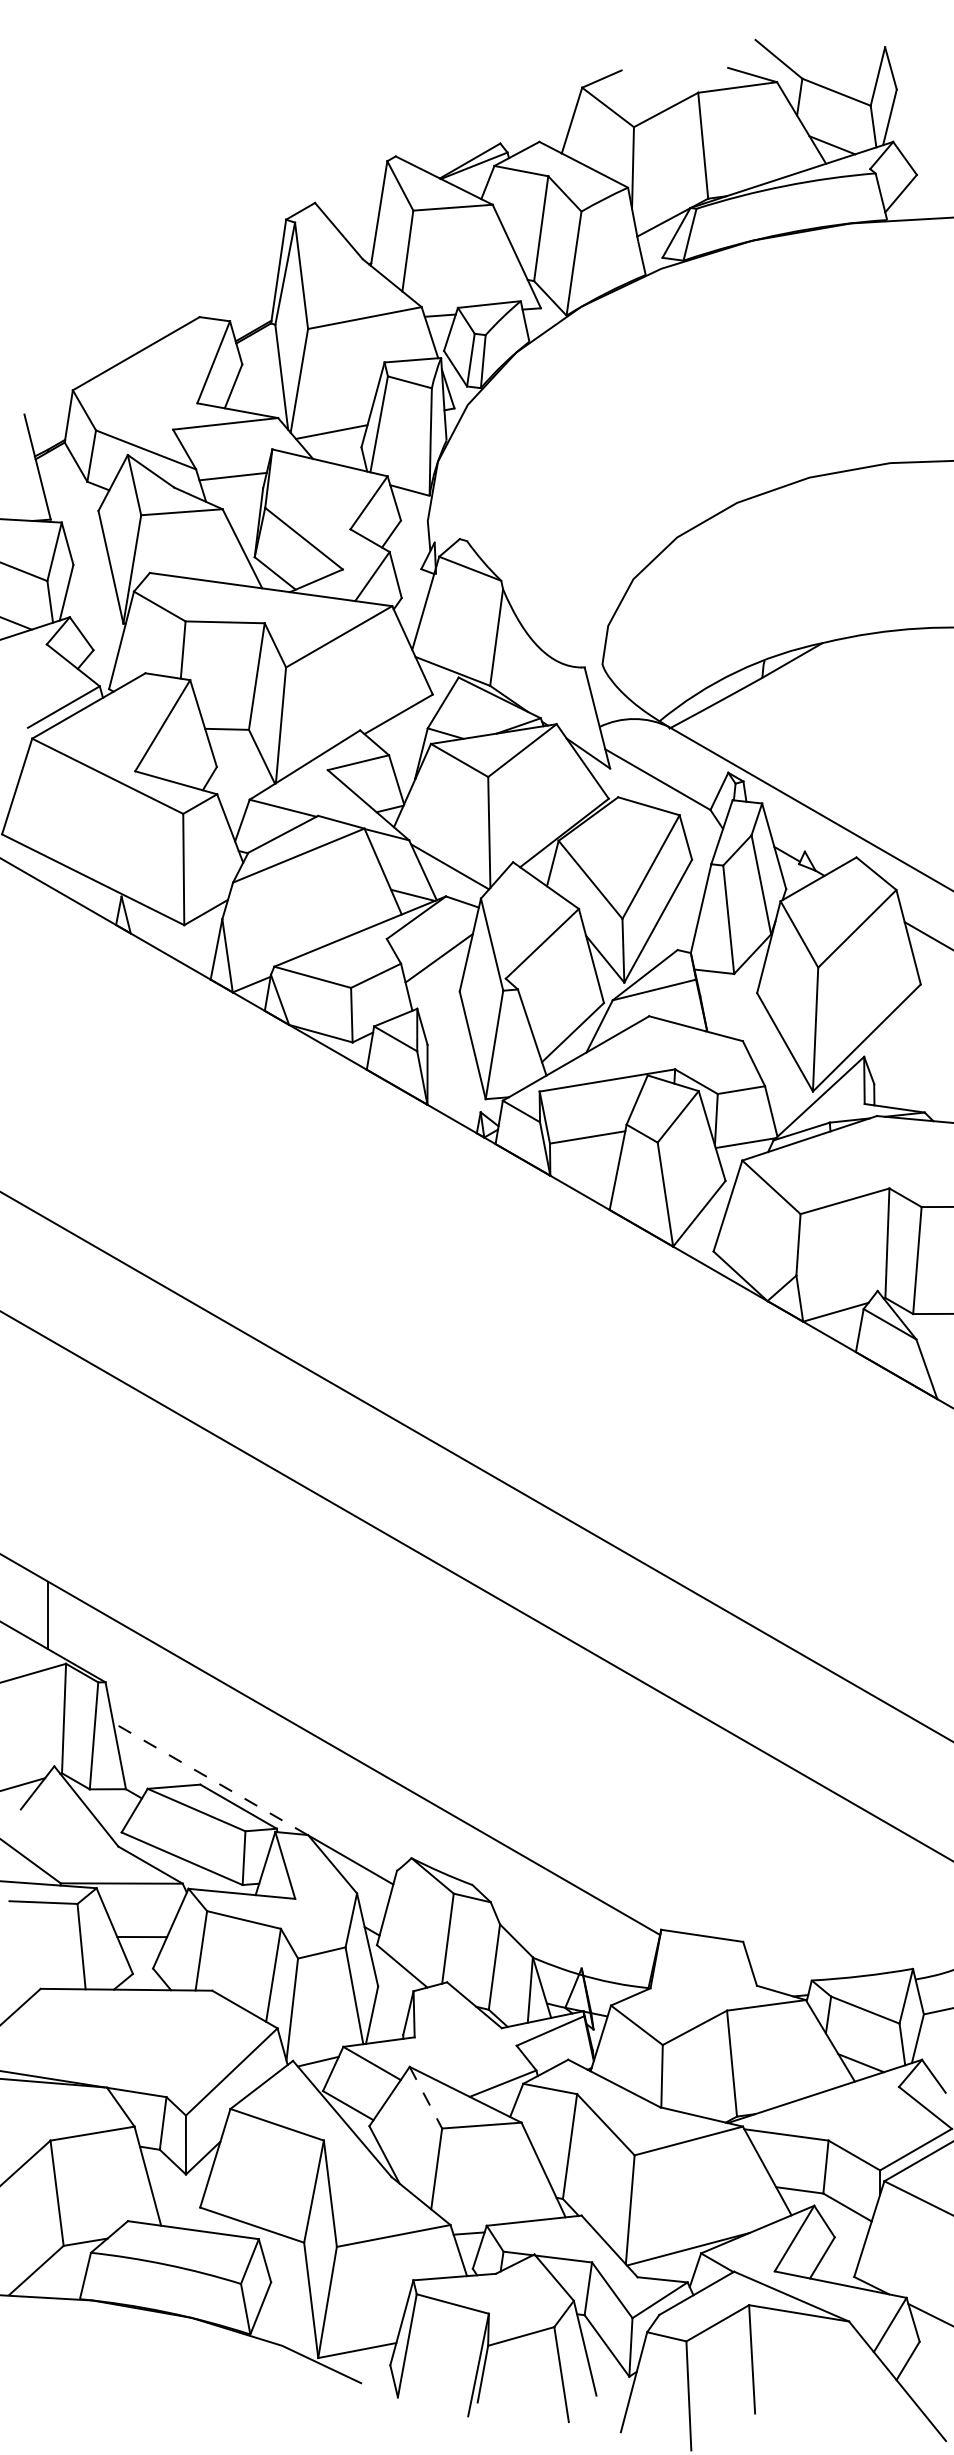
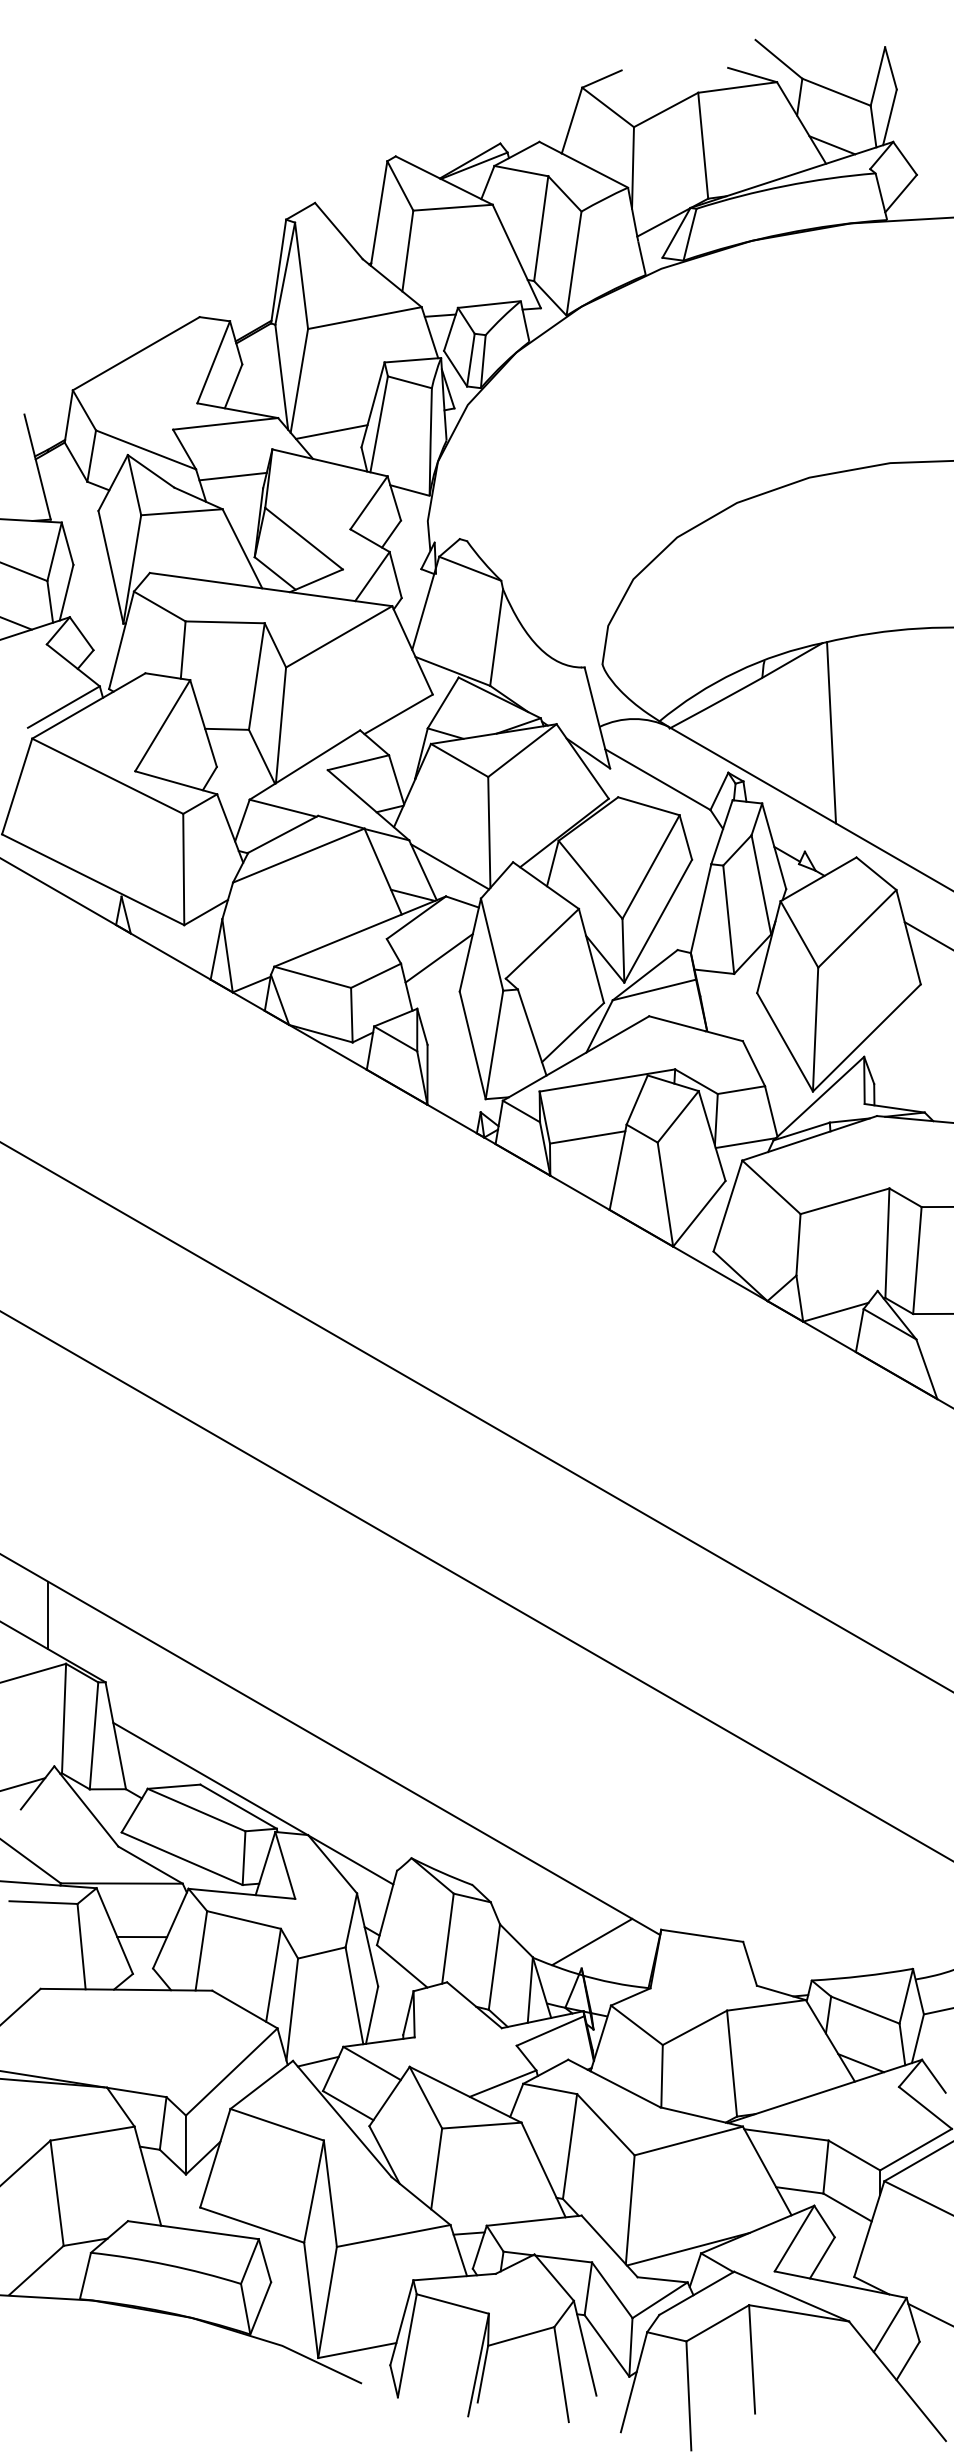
line at (831, 732): none -> present
line at (476, 1466) position: (476, 1466) -> (476, 1416)
line at (210, 1778): dashed -> solid
line at (592, 1941): none -> present
line at (425, 2097): dashed -> solid
